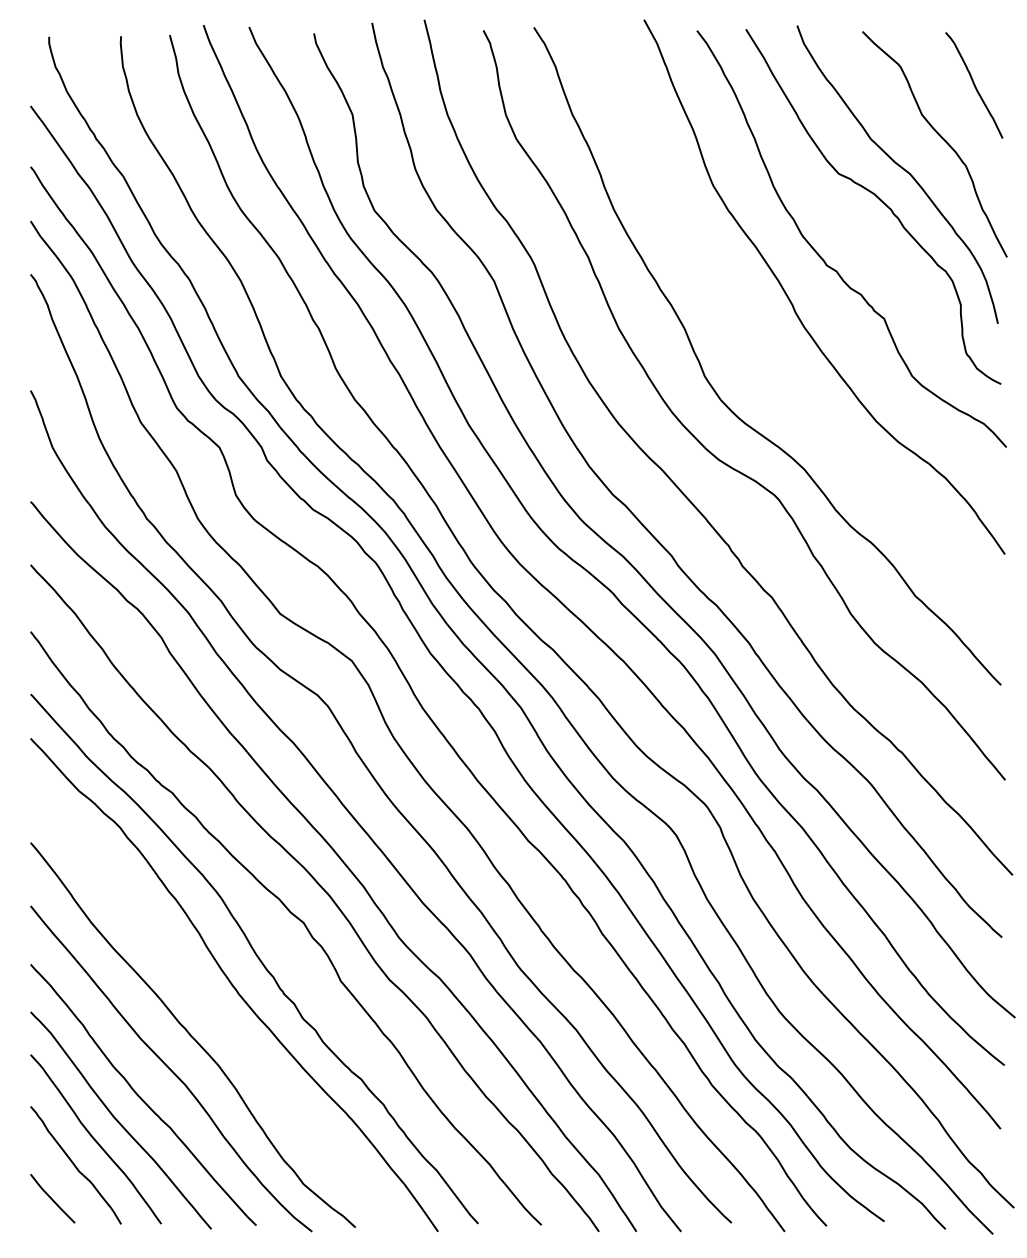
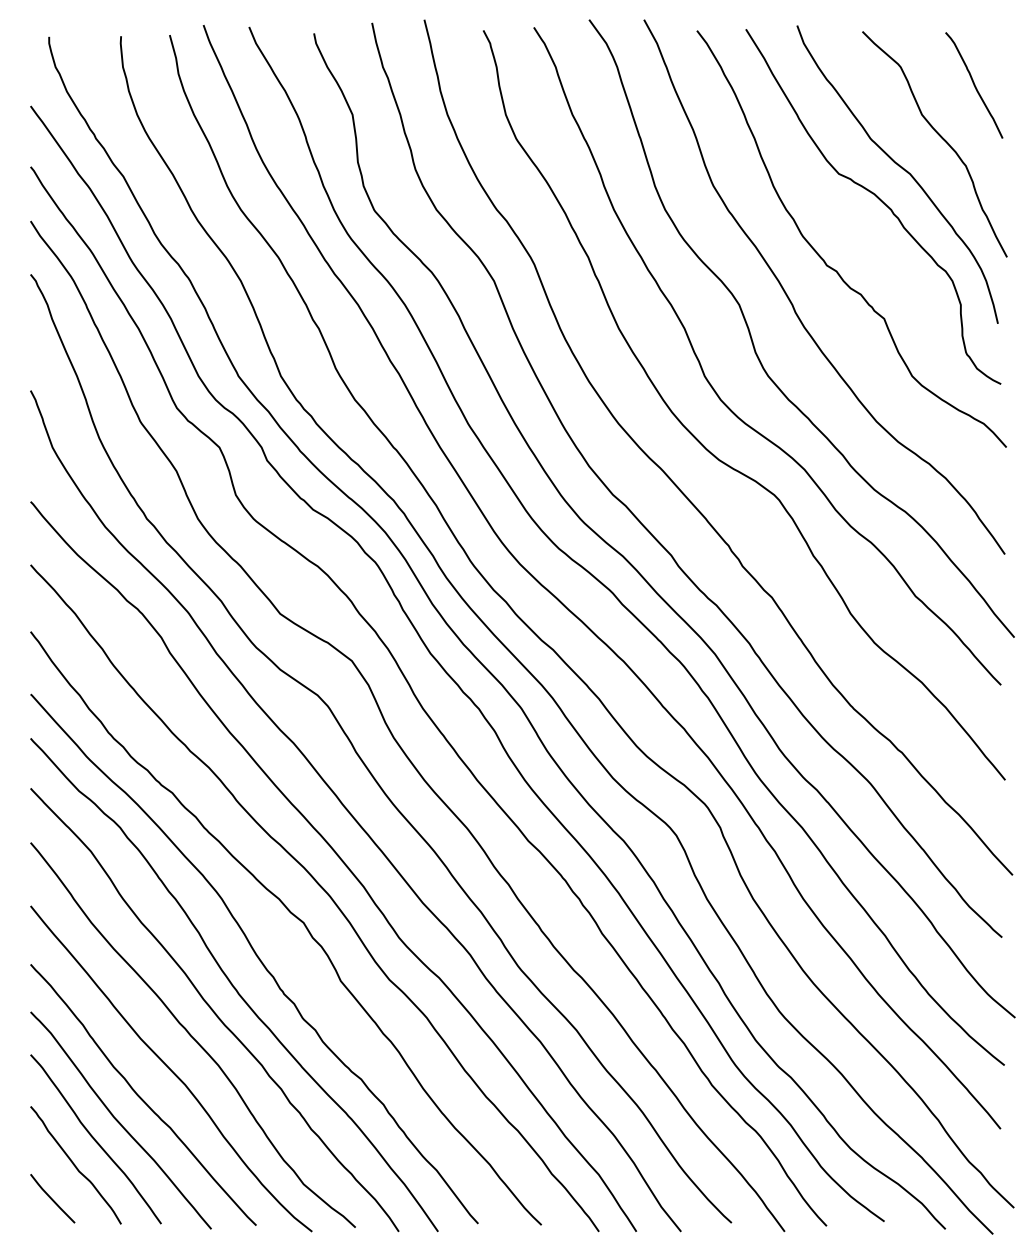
curve at (754, 344): none -> present
curve at (213, 1010): none -> present
